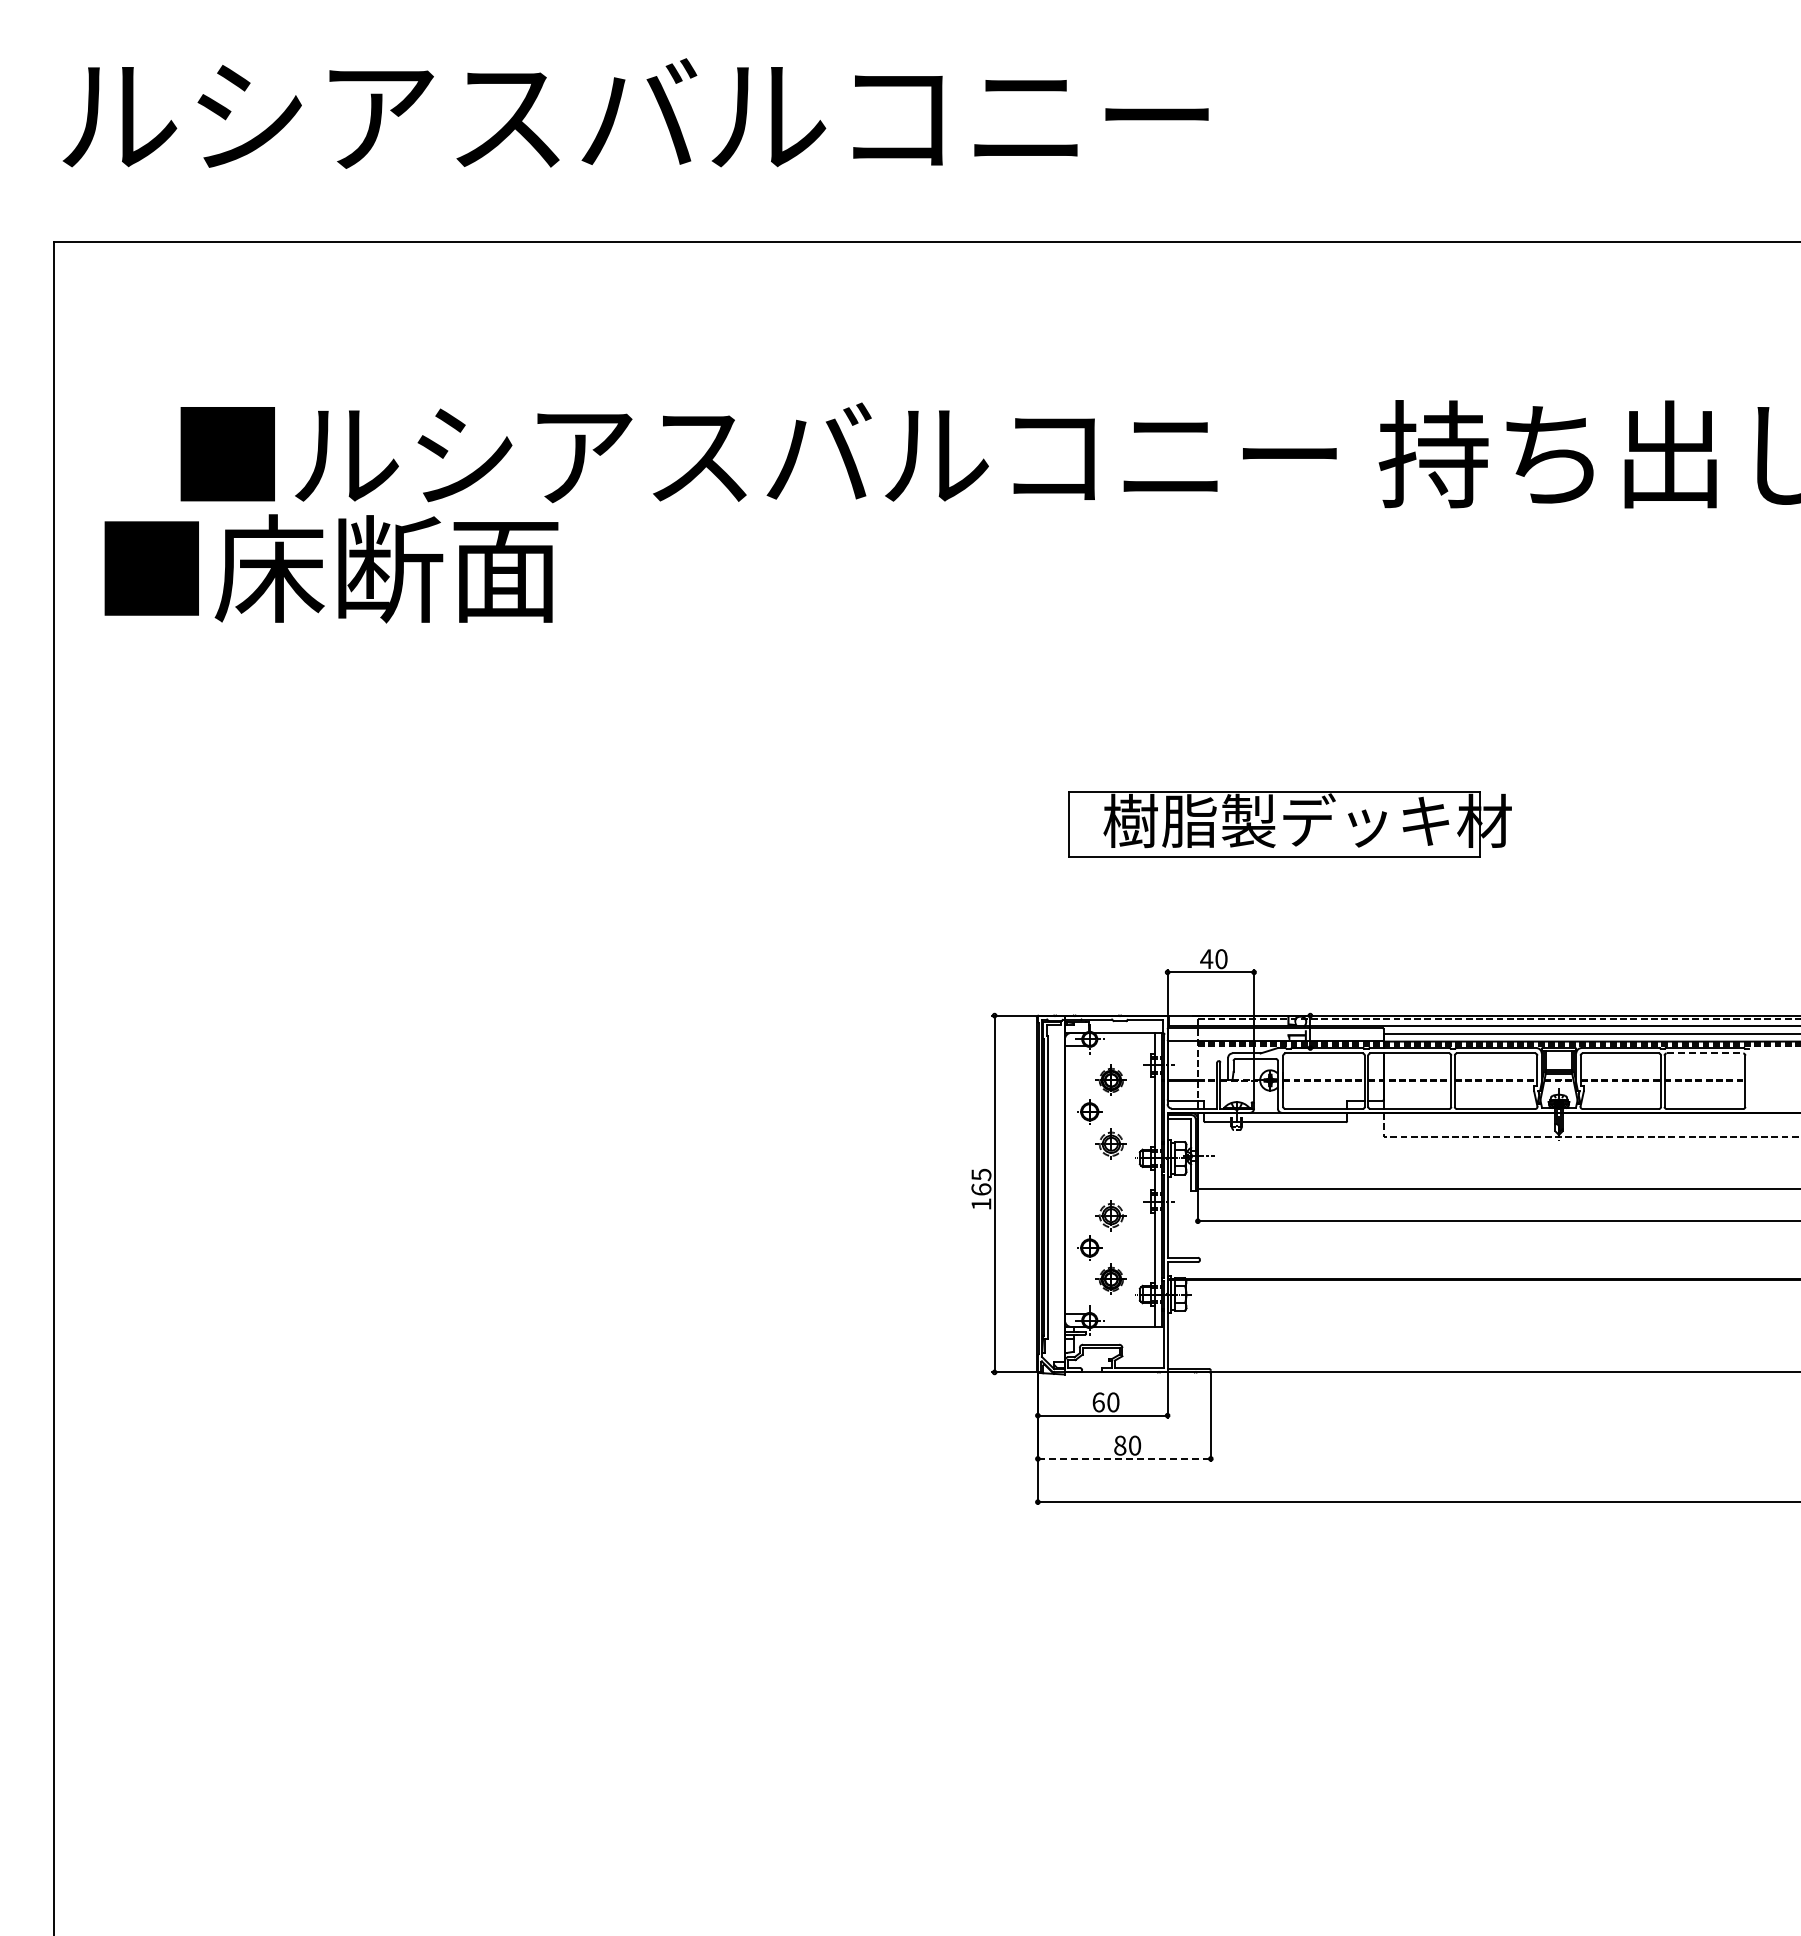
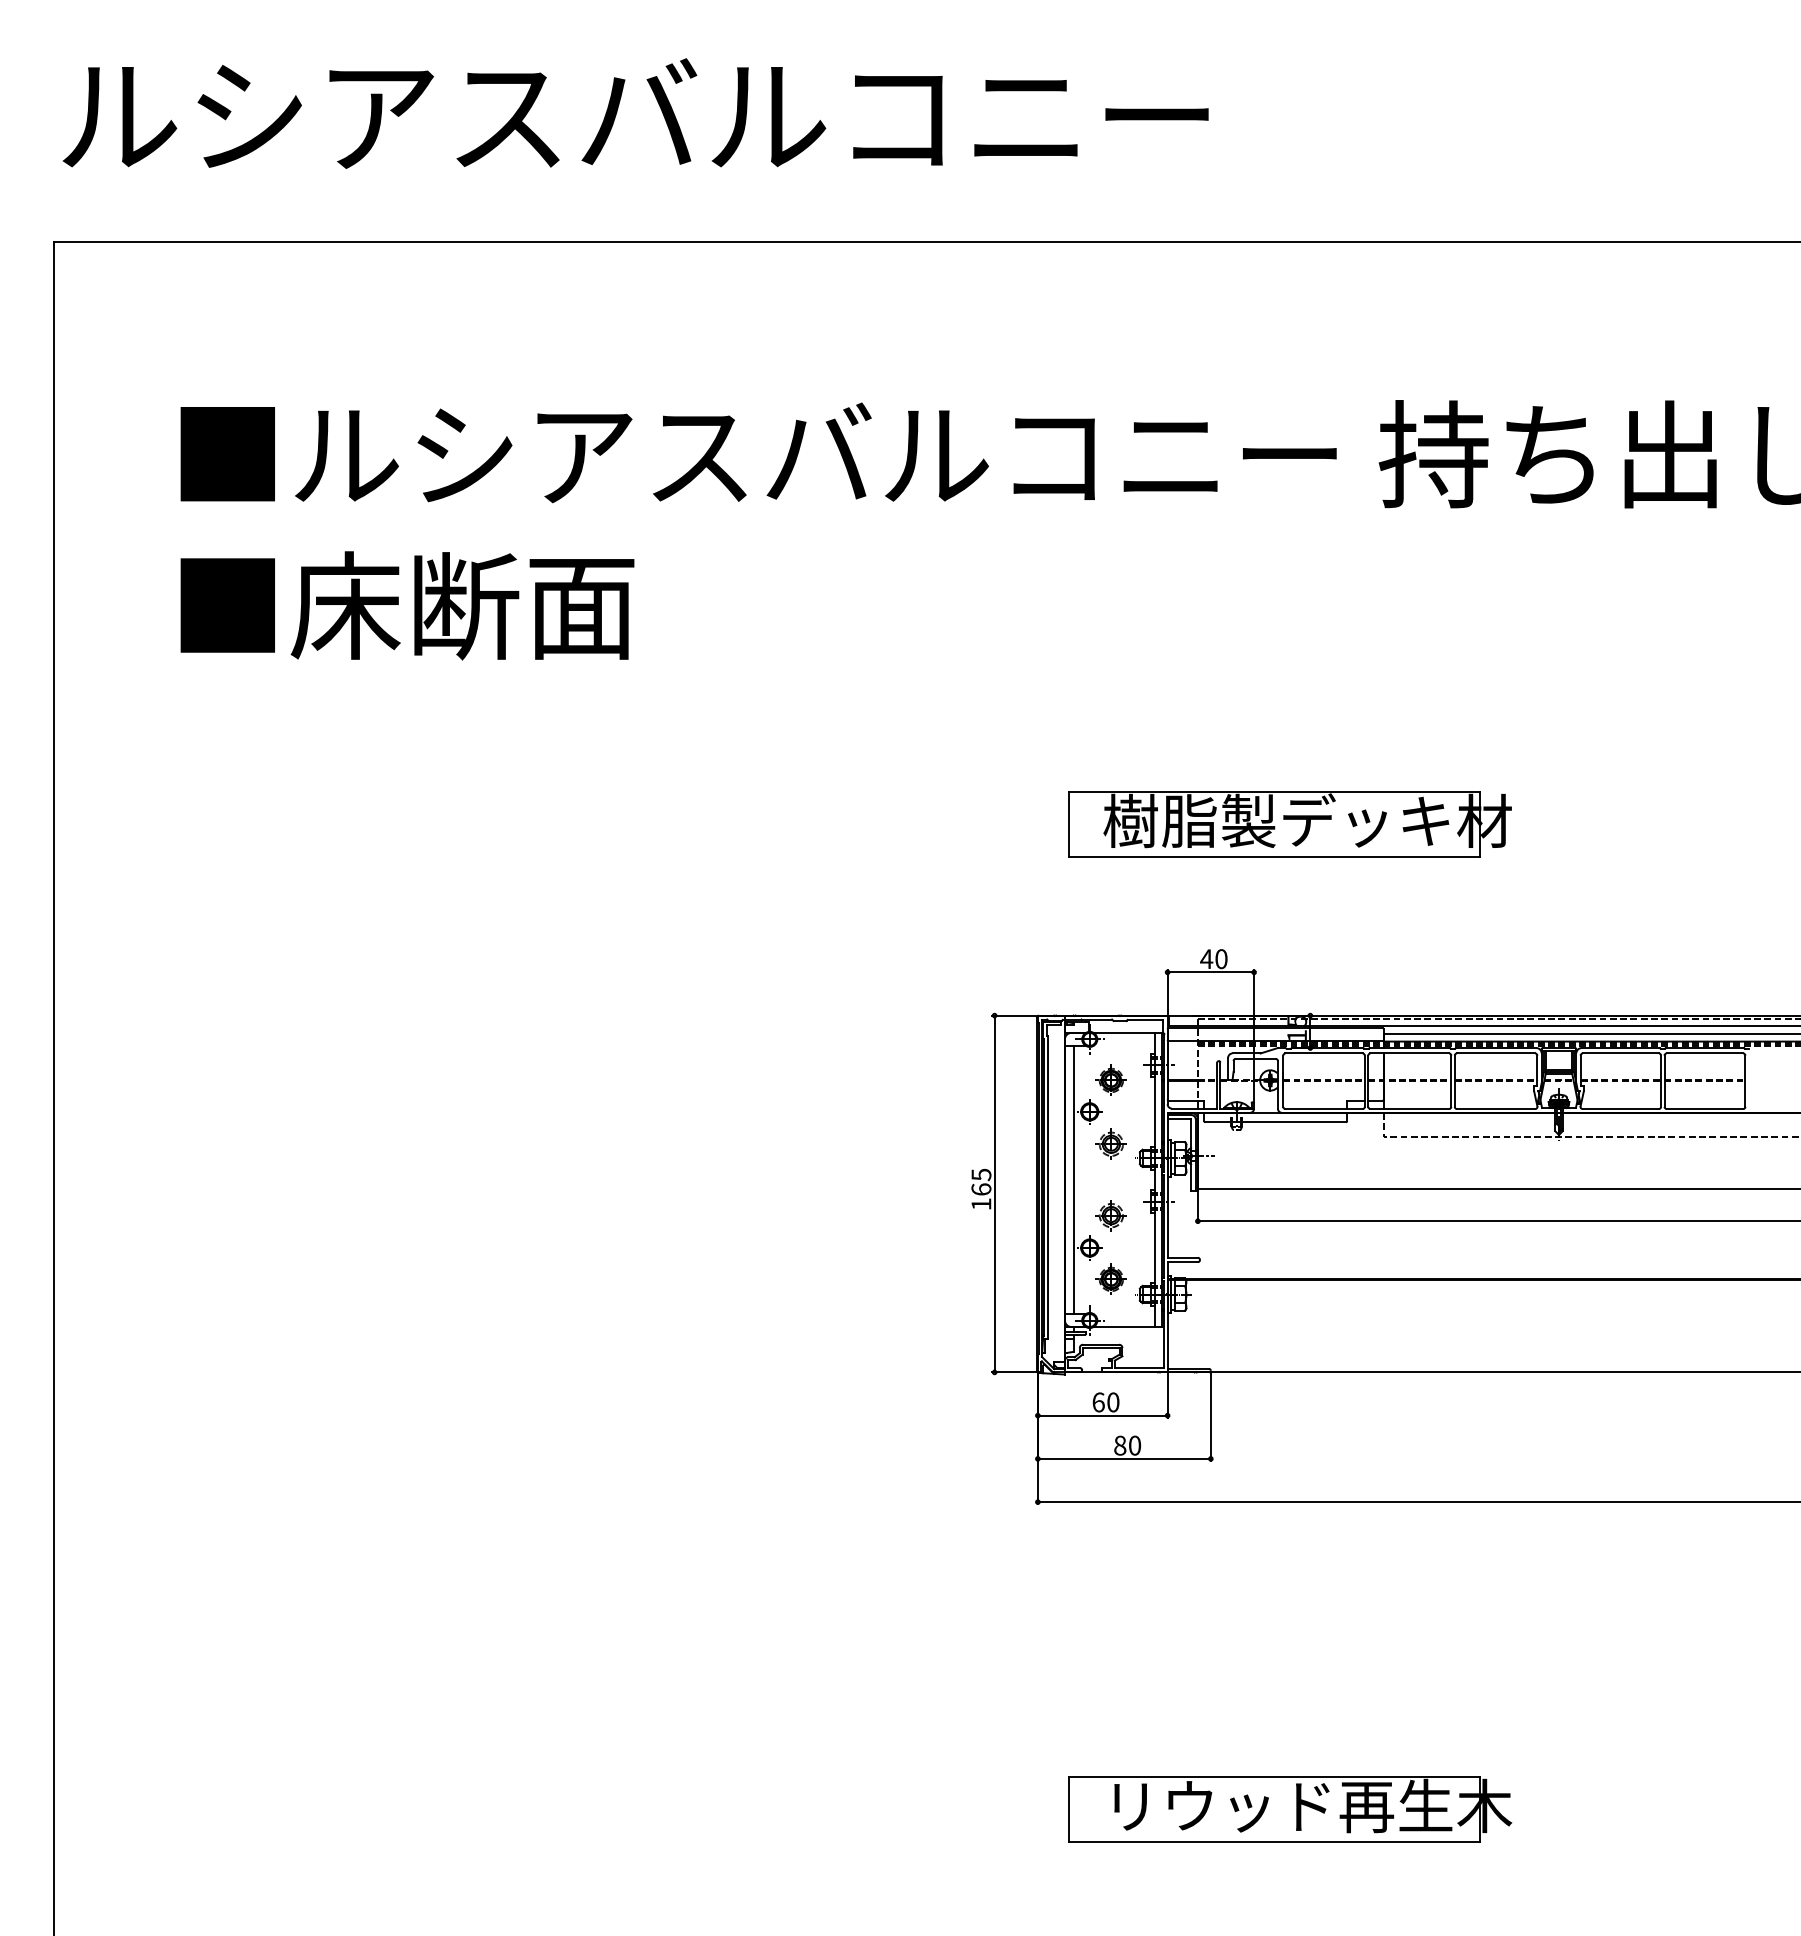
text at (331, 568) position: (331, 568) -> (407, 605)
line at (1705, 1053): dashed -> solid
line at (1073, 1179): none -> present
line at (1124, 1458): dashed -> solid
part at (1290, 1809): none -> present
